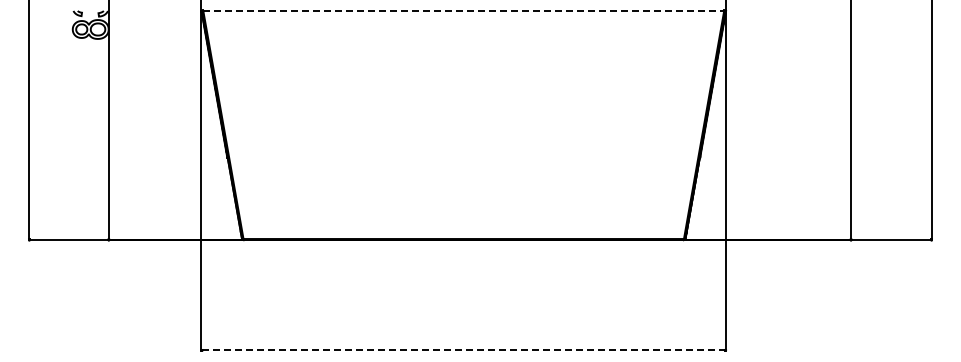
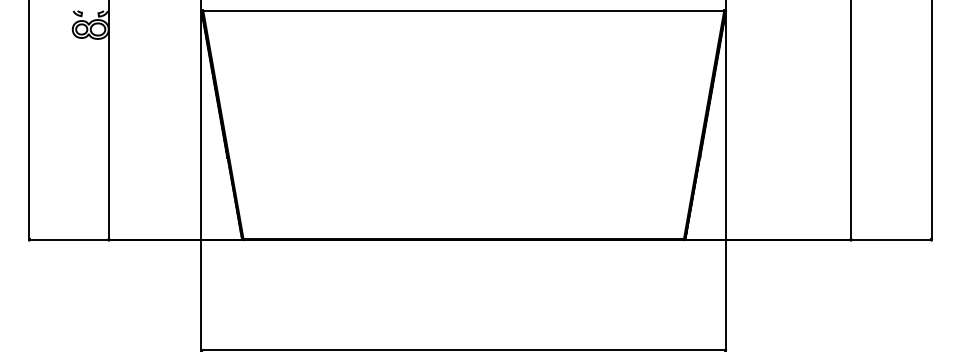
line at (464, 11): dashed -> solid
line at (464, 350): dashed -> solid
